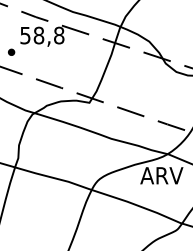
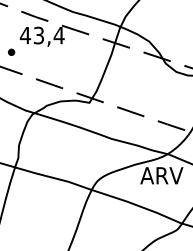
text at (41, 35): 58,8 -> 43,4
